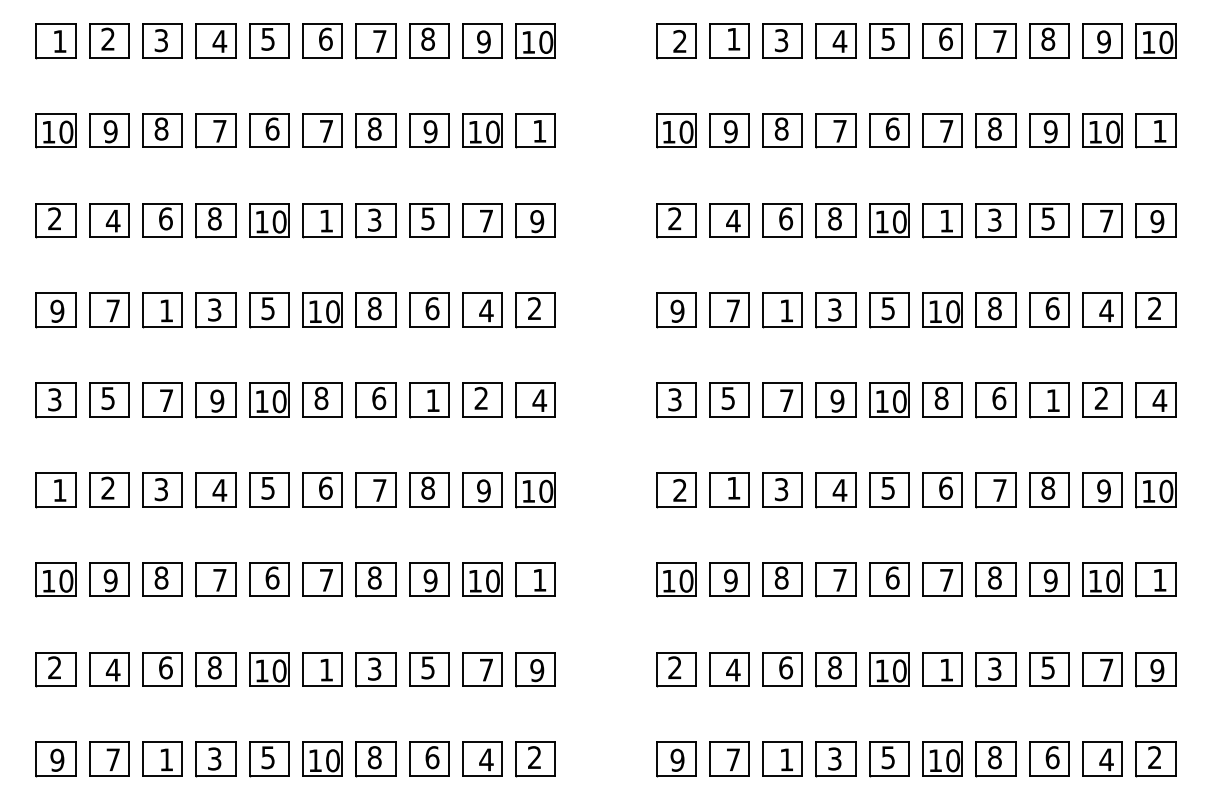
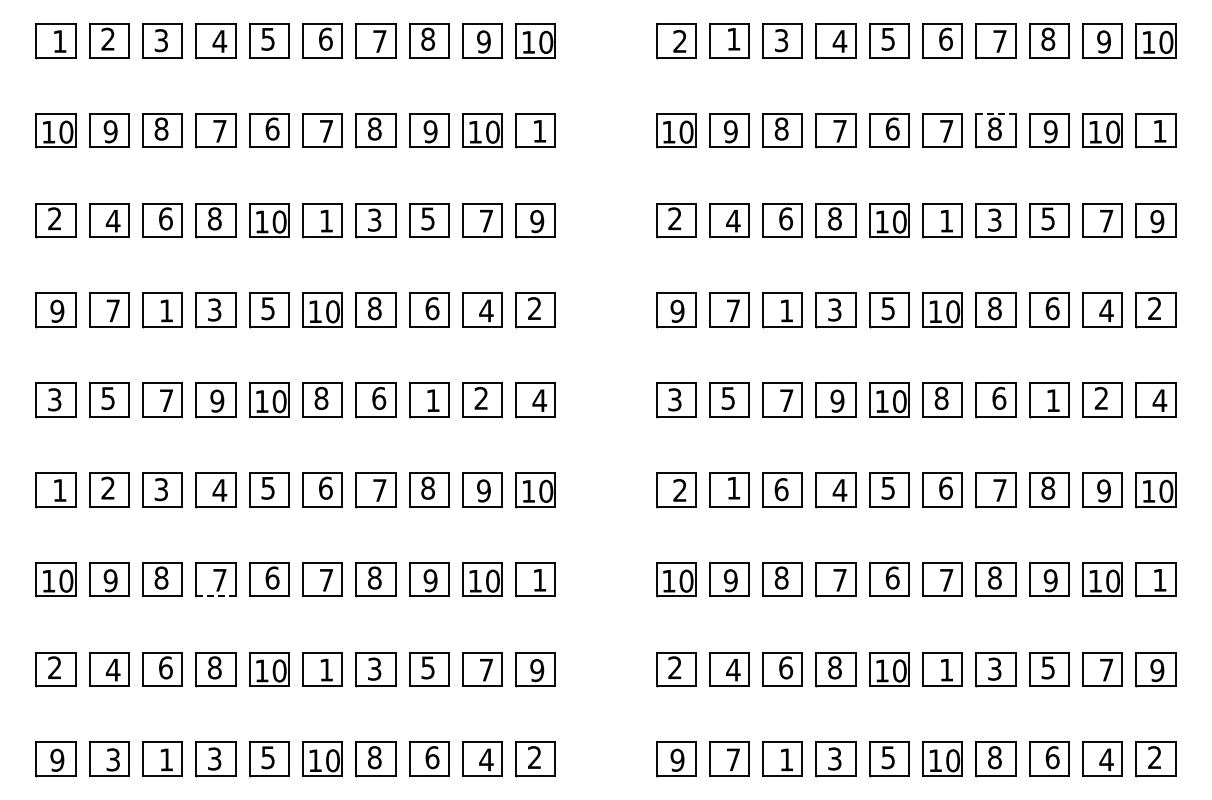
line at (996, 113): solid -> dashed
text at (781, 489): 3 -> 6
line at (215, 596): solid -> dashed
text at (112, 759): 7 -> 3
